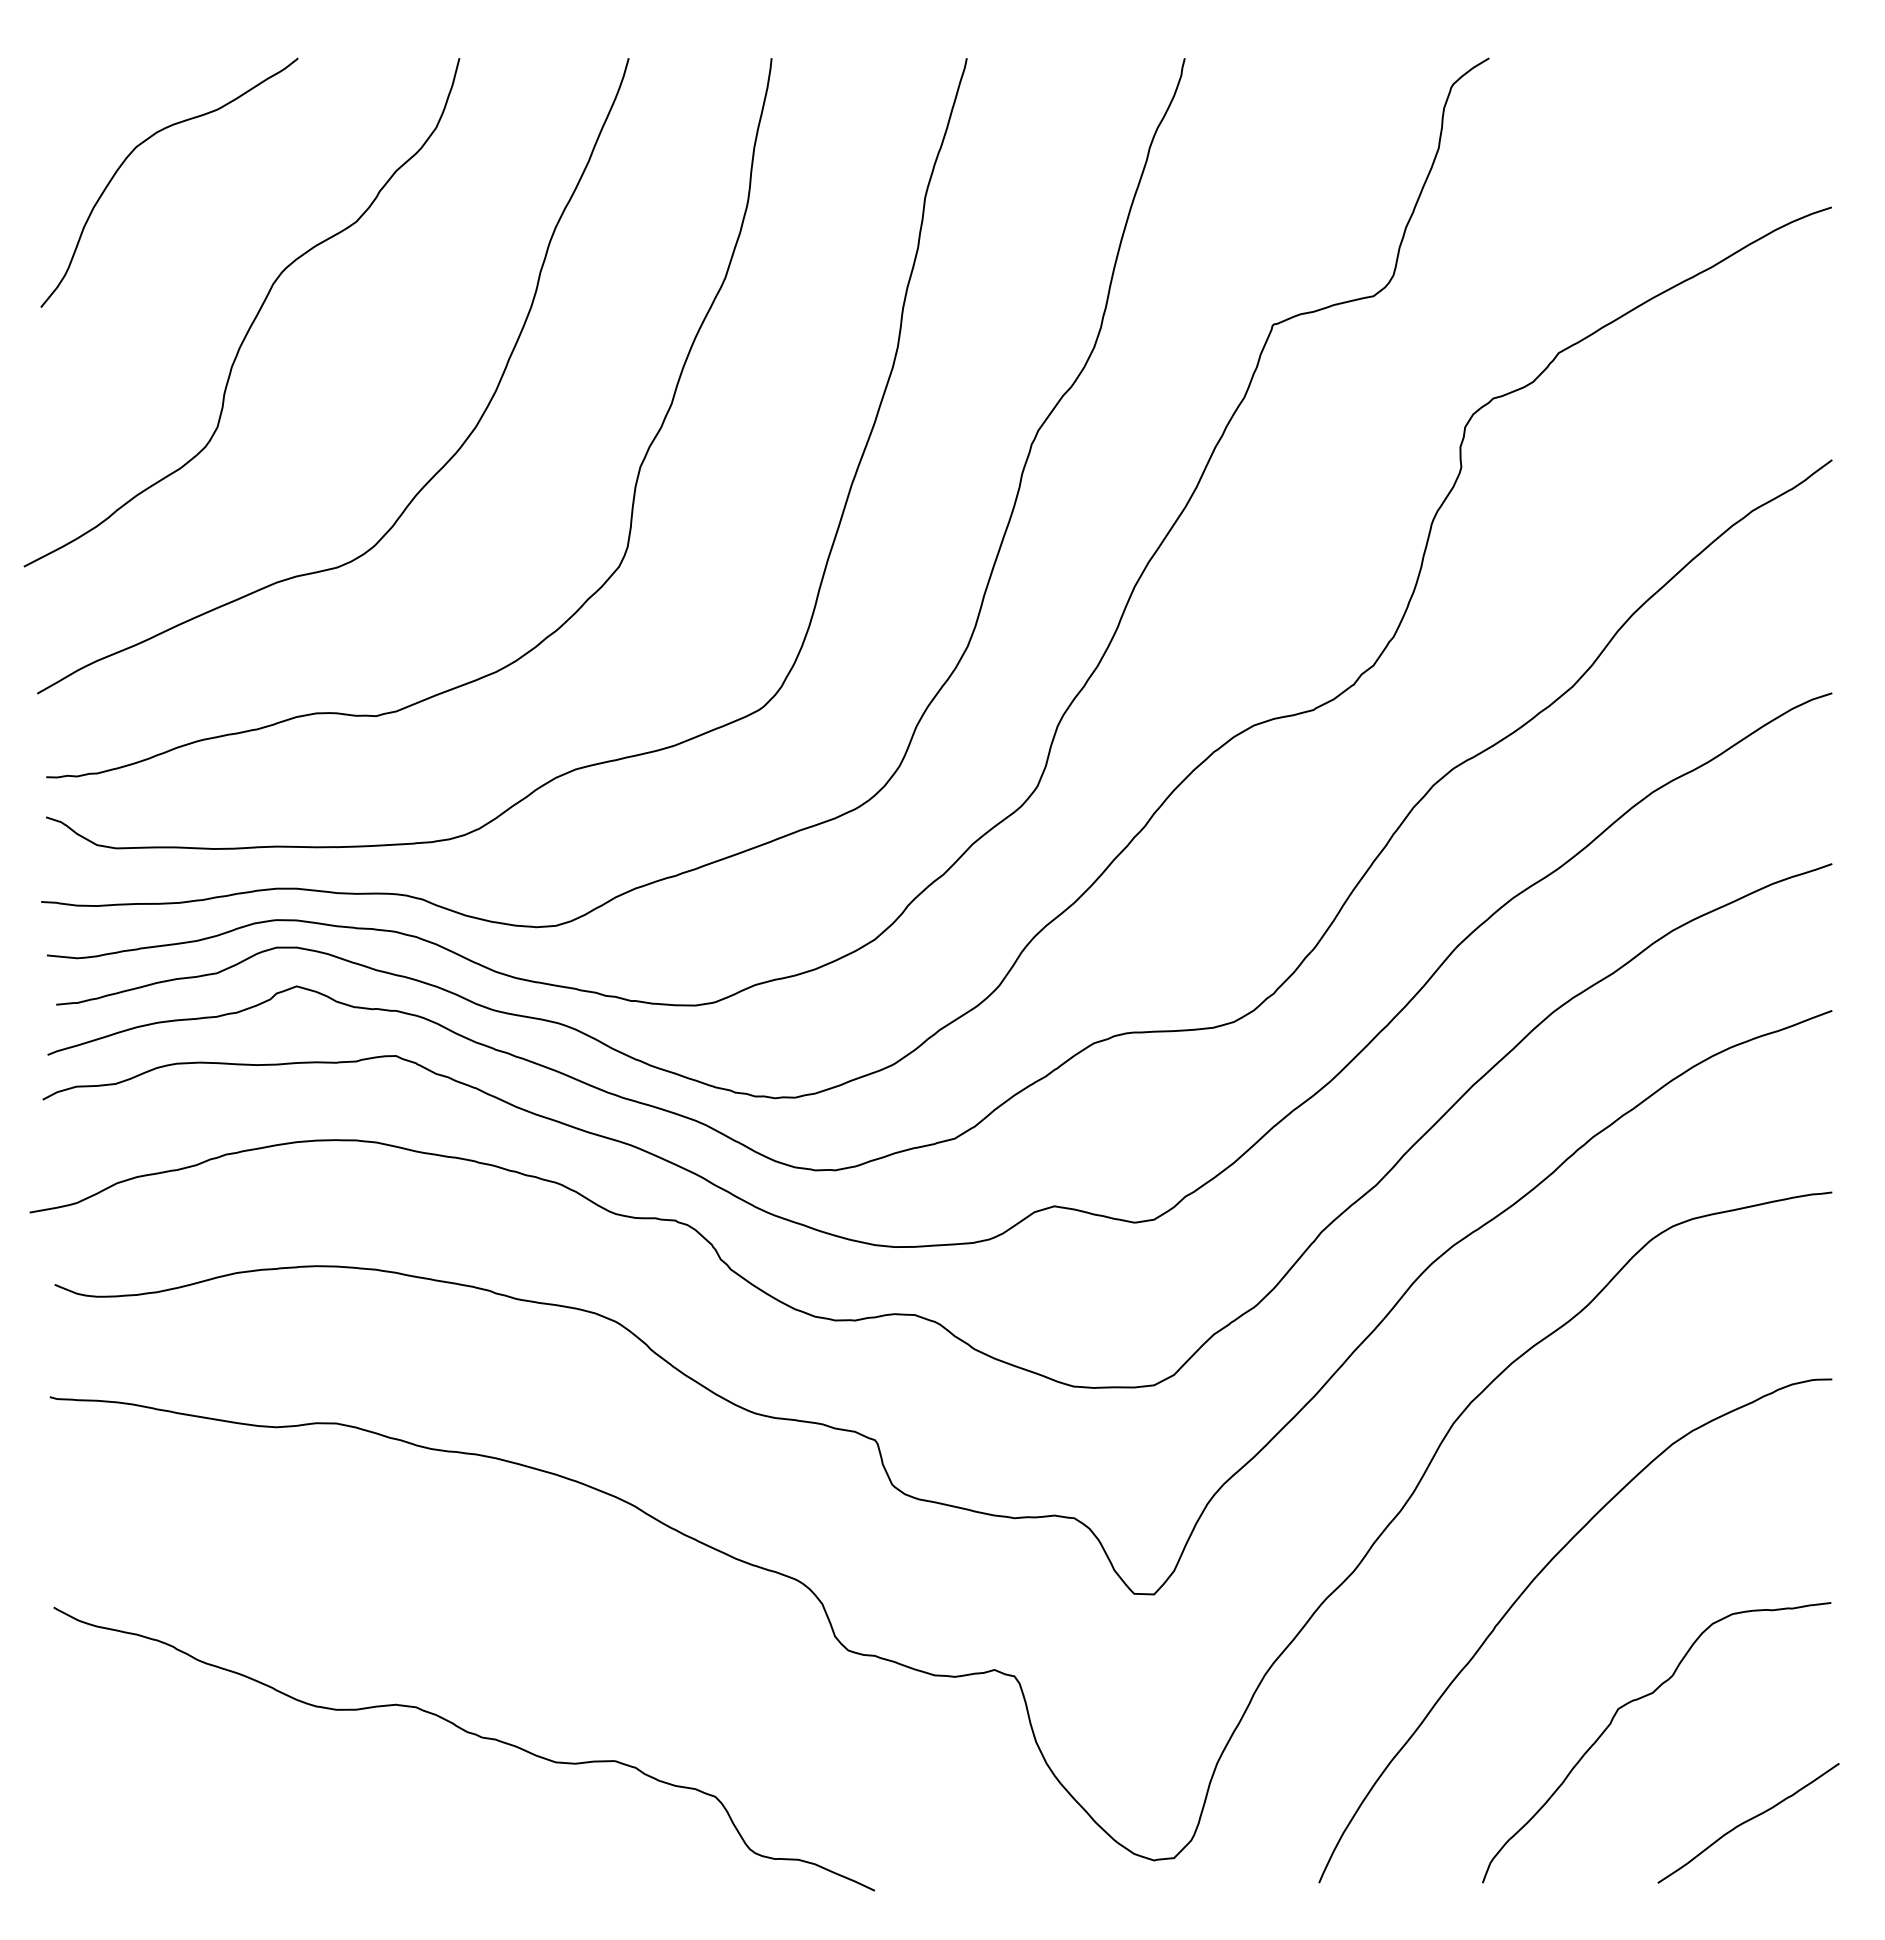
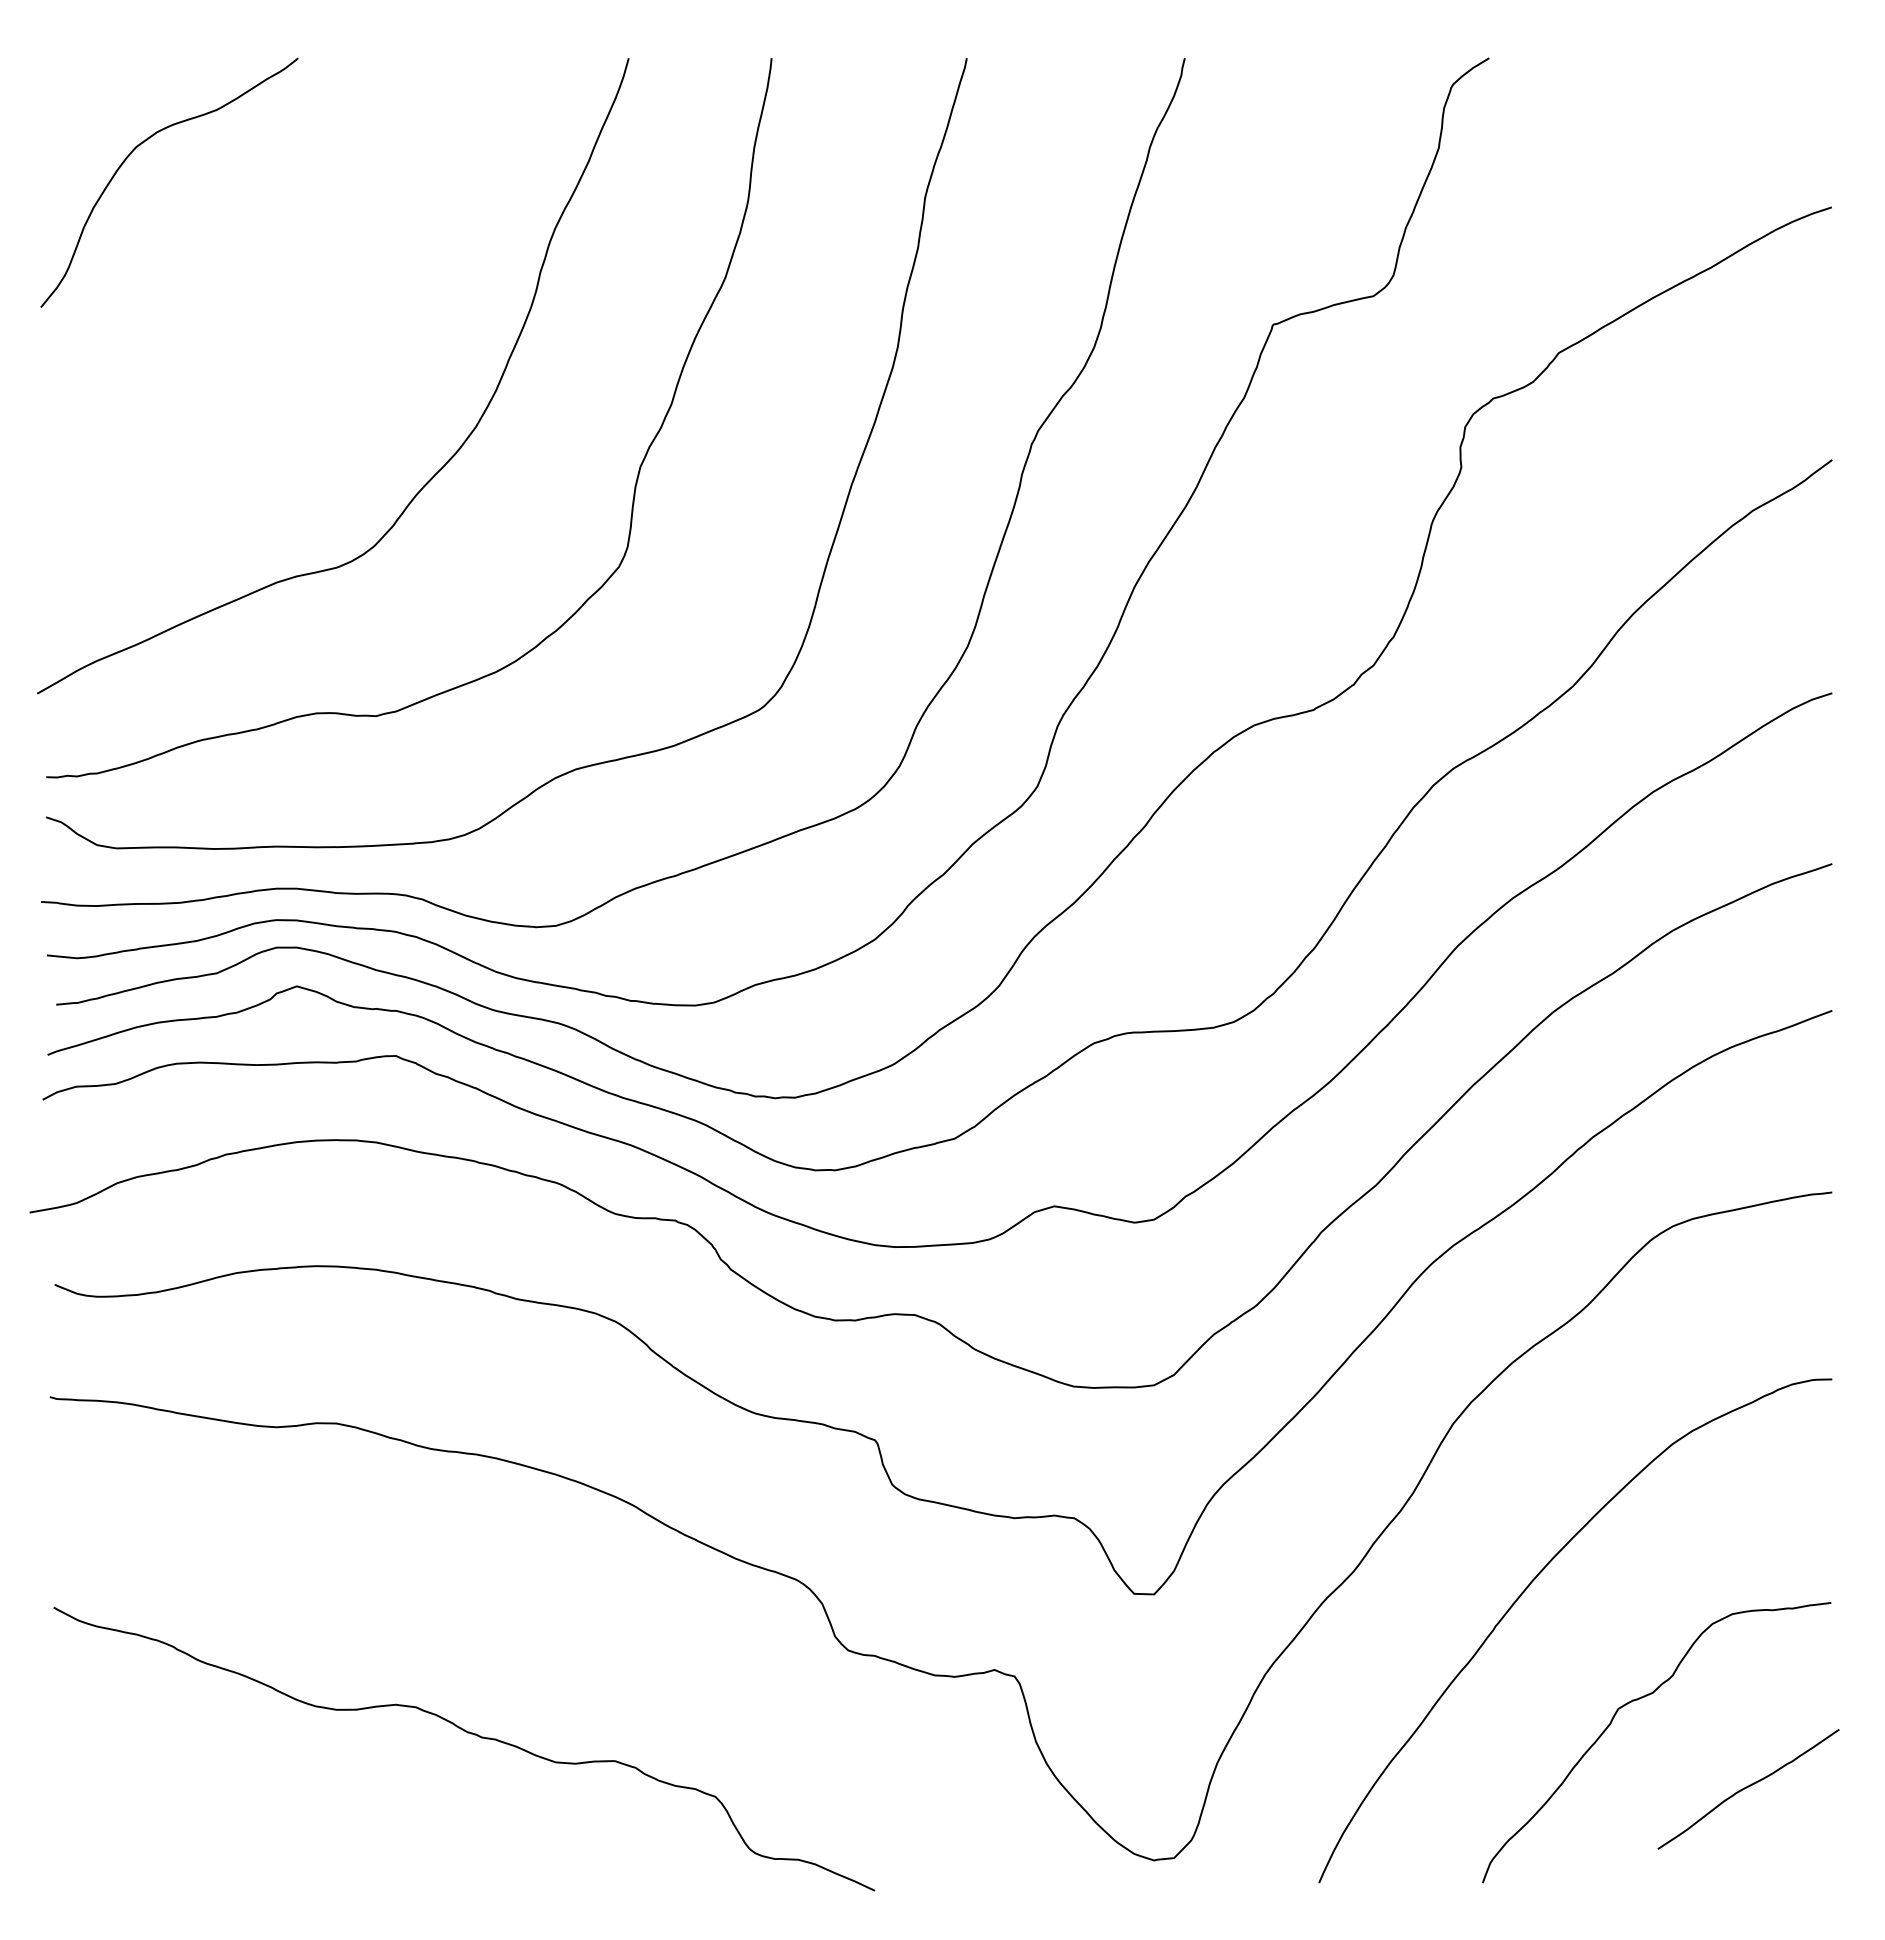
curve at (253, 319): present -> none
curve at (1748, 1821) position: (1748, 1821) -> (1748, 1787)
